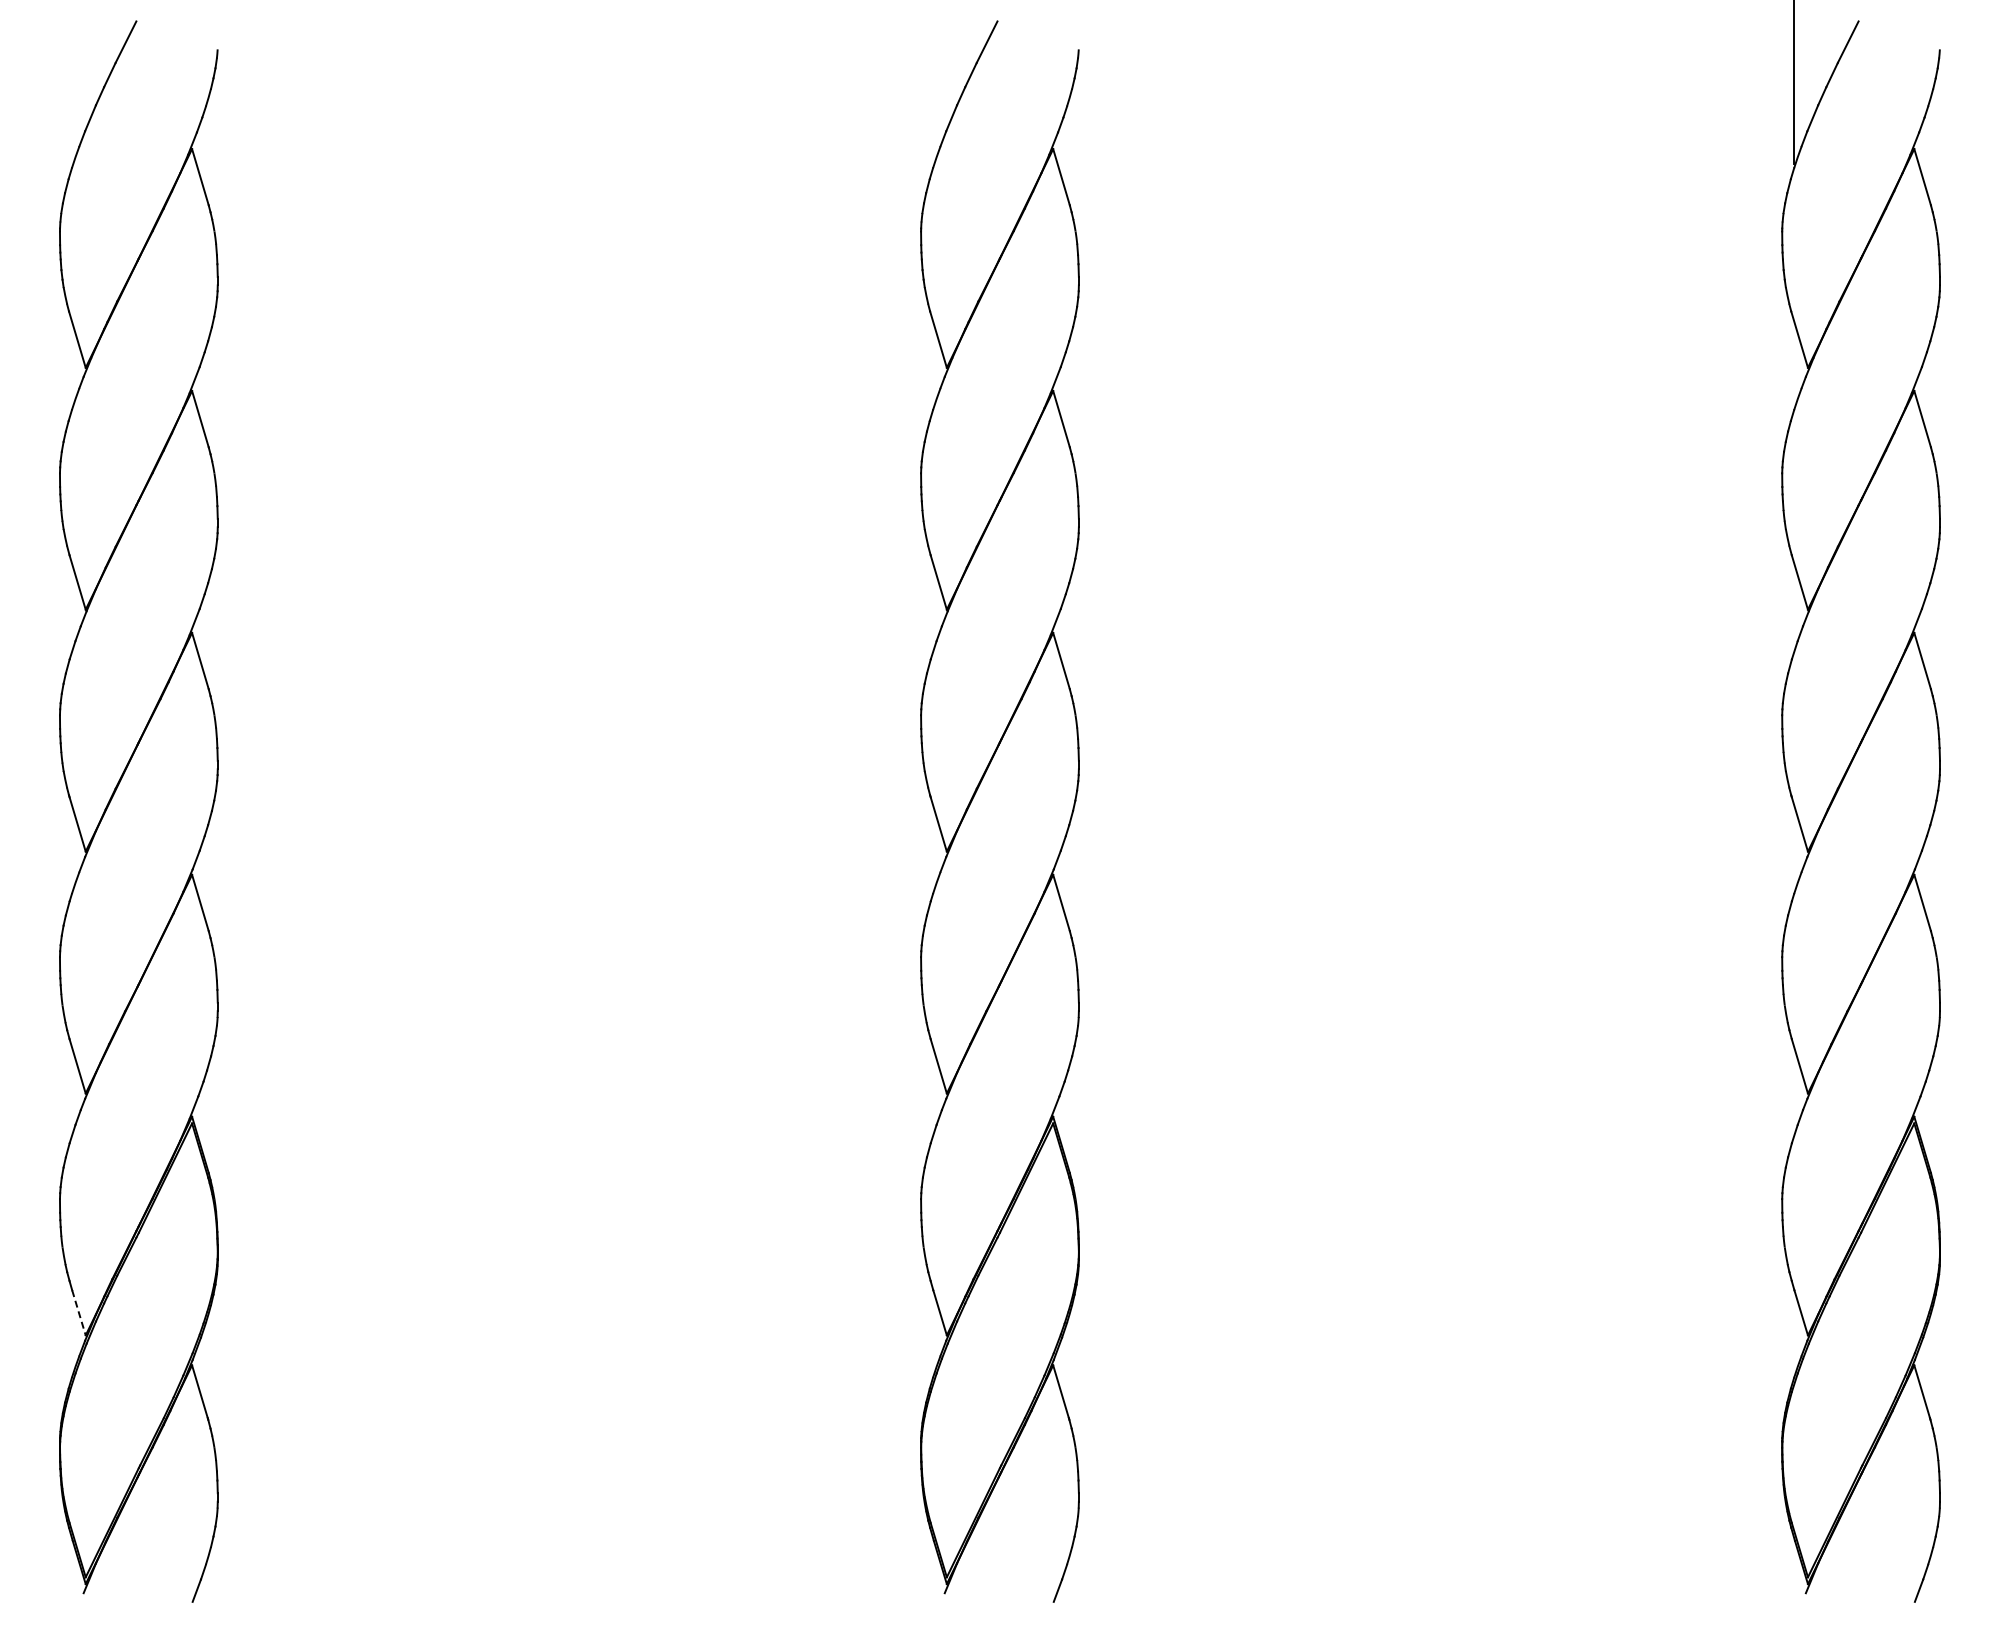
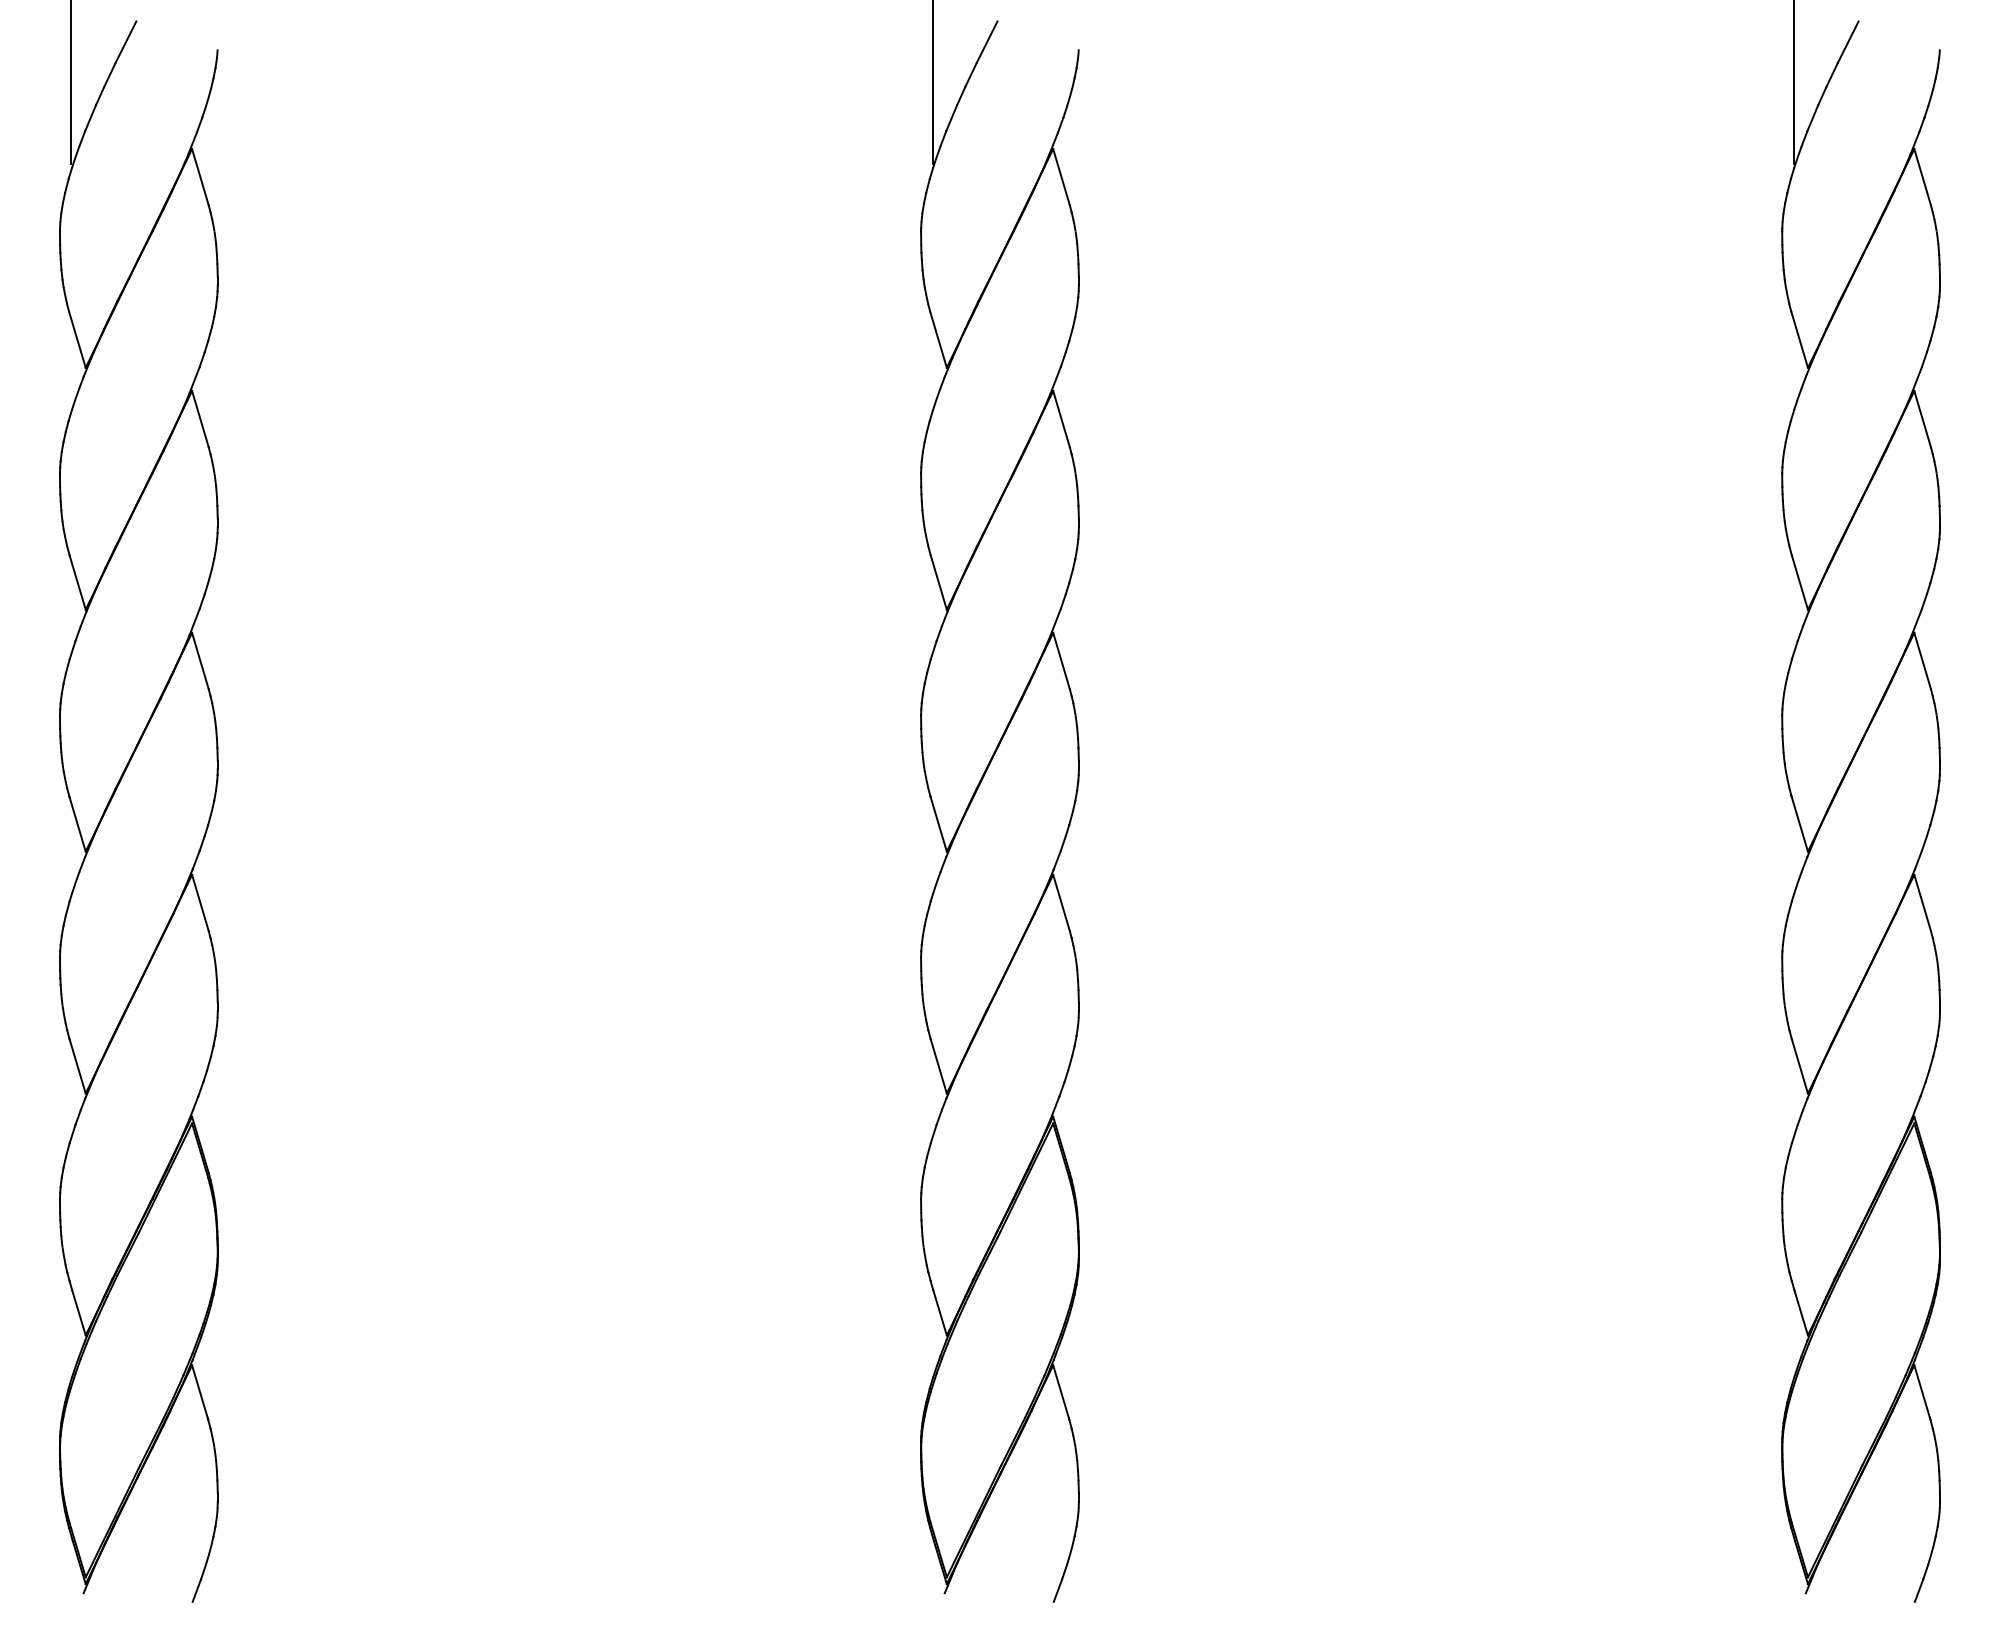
line at (71, 83): none -> present
line at (932, 83): none -> present
line at (78, 1312): dashed -> solid
